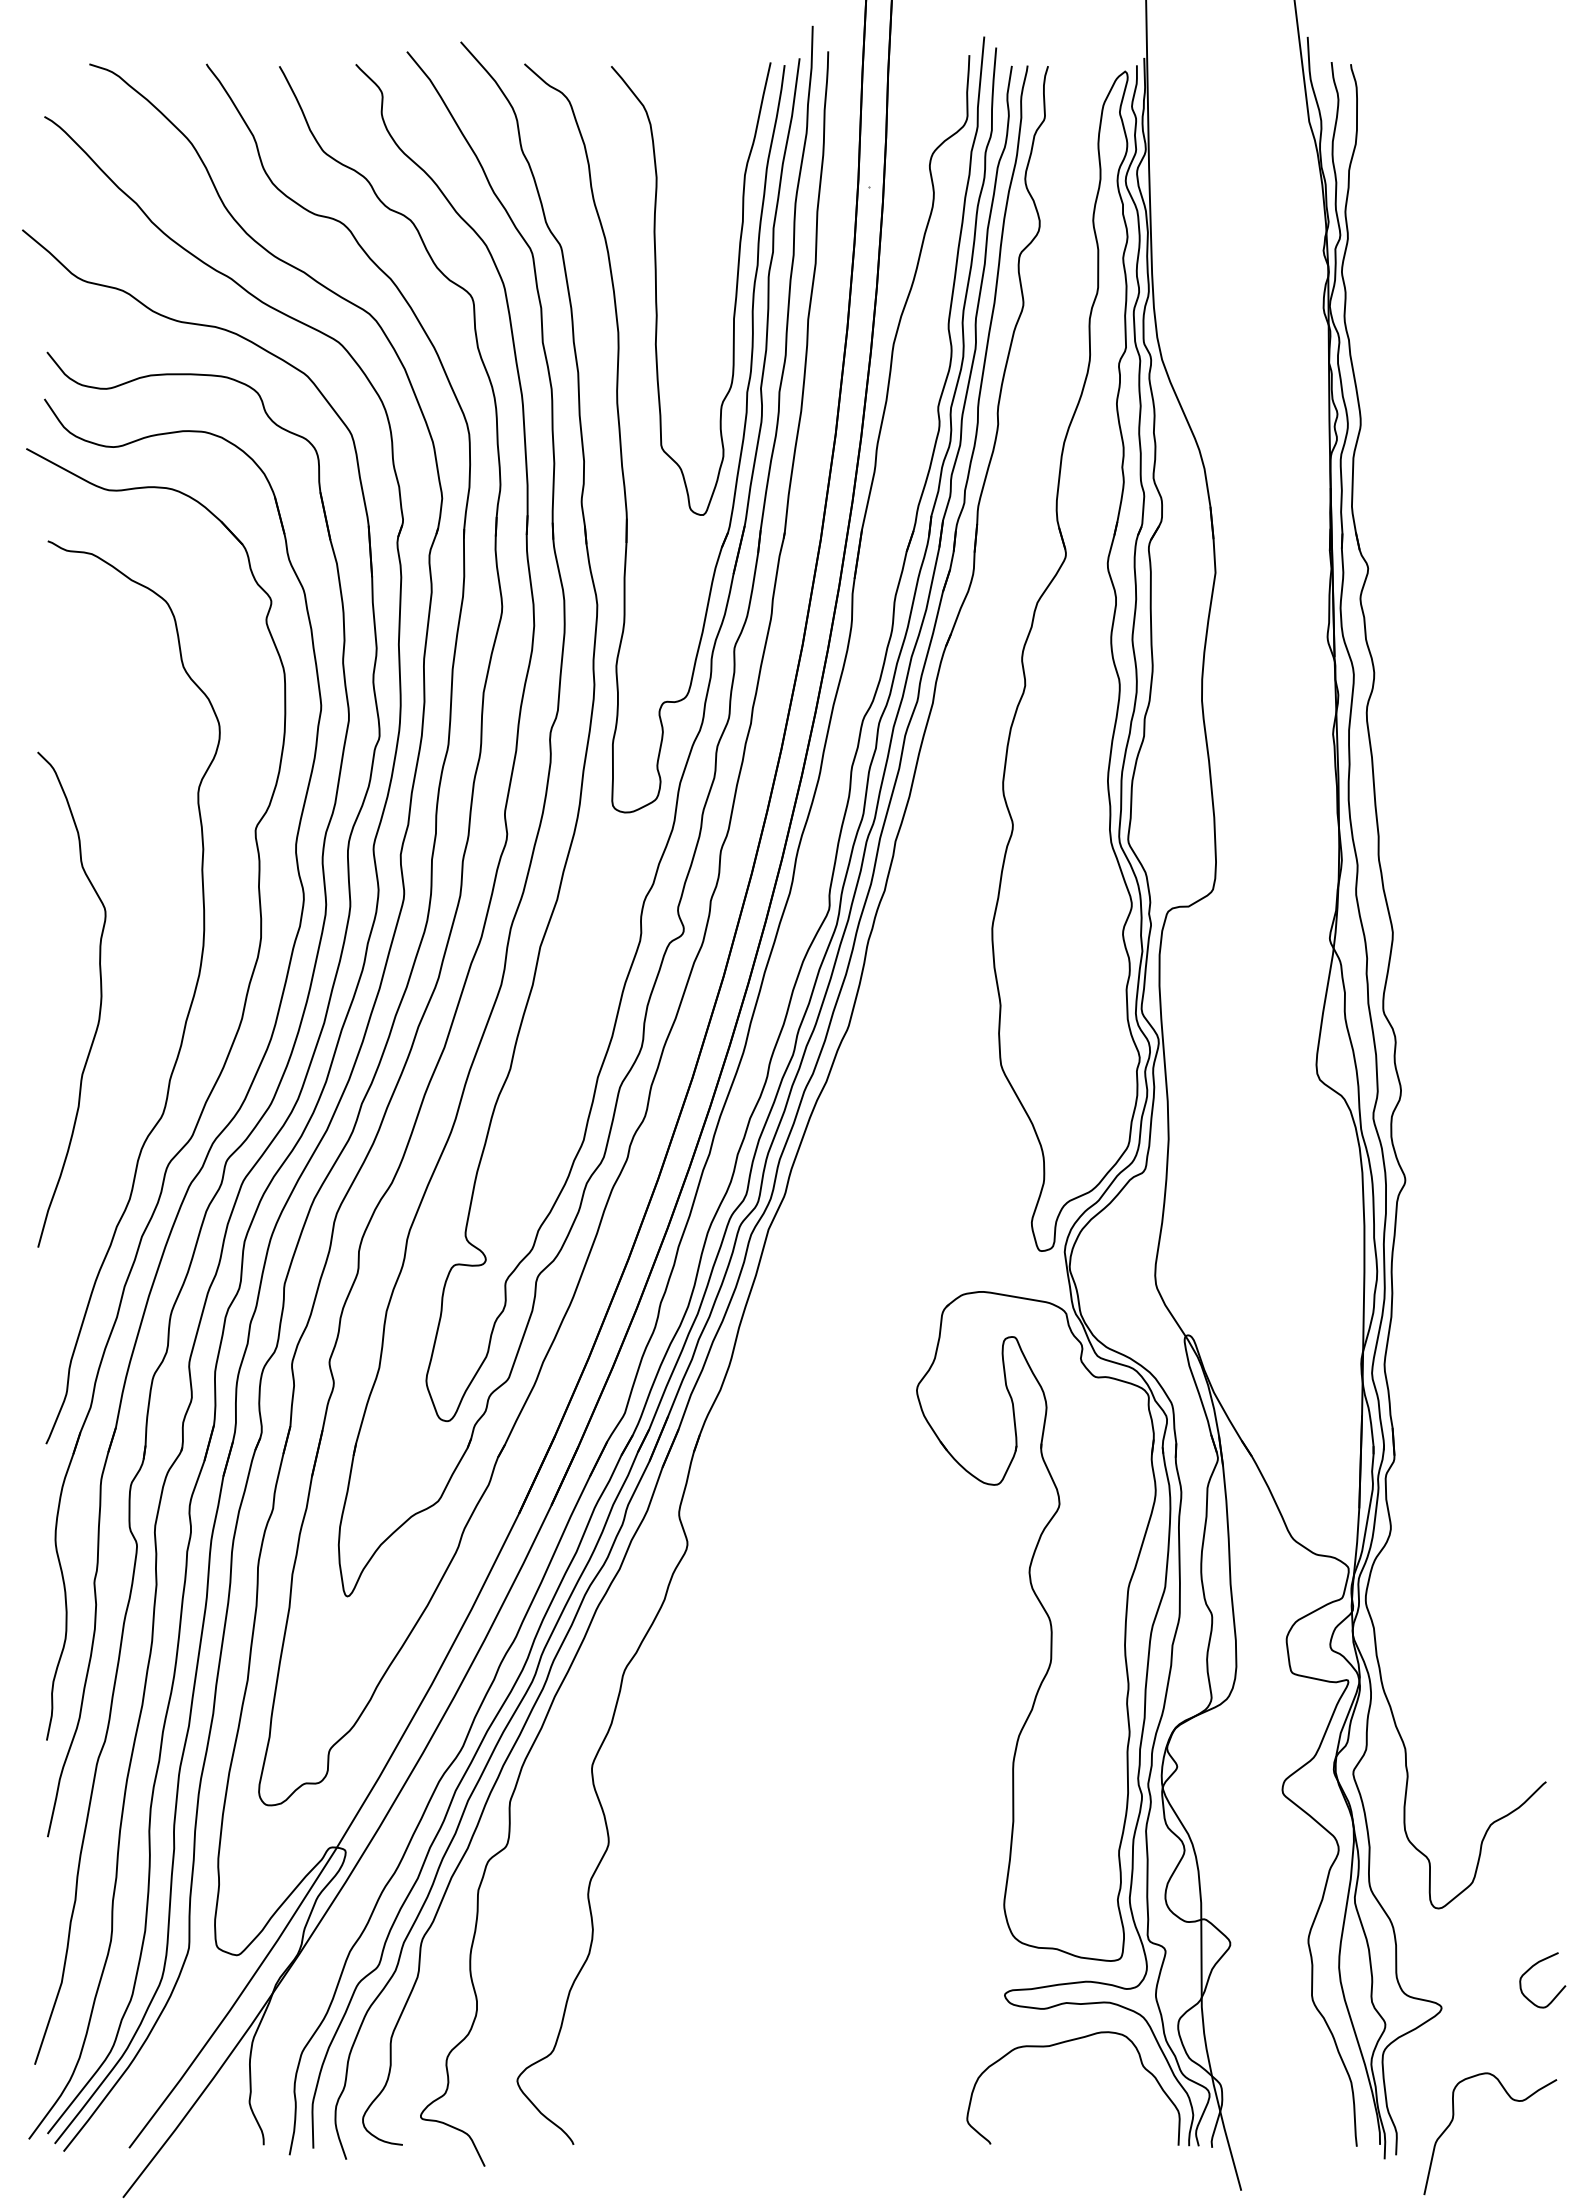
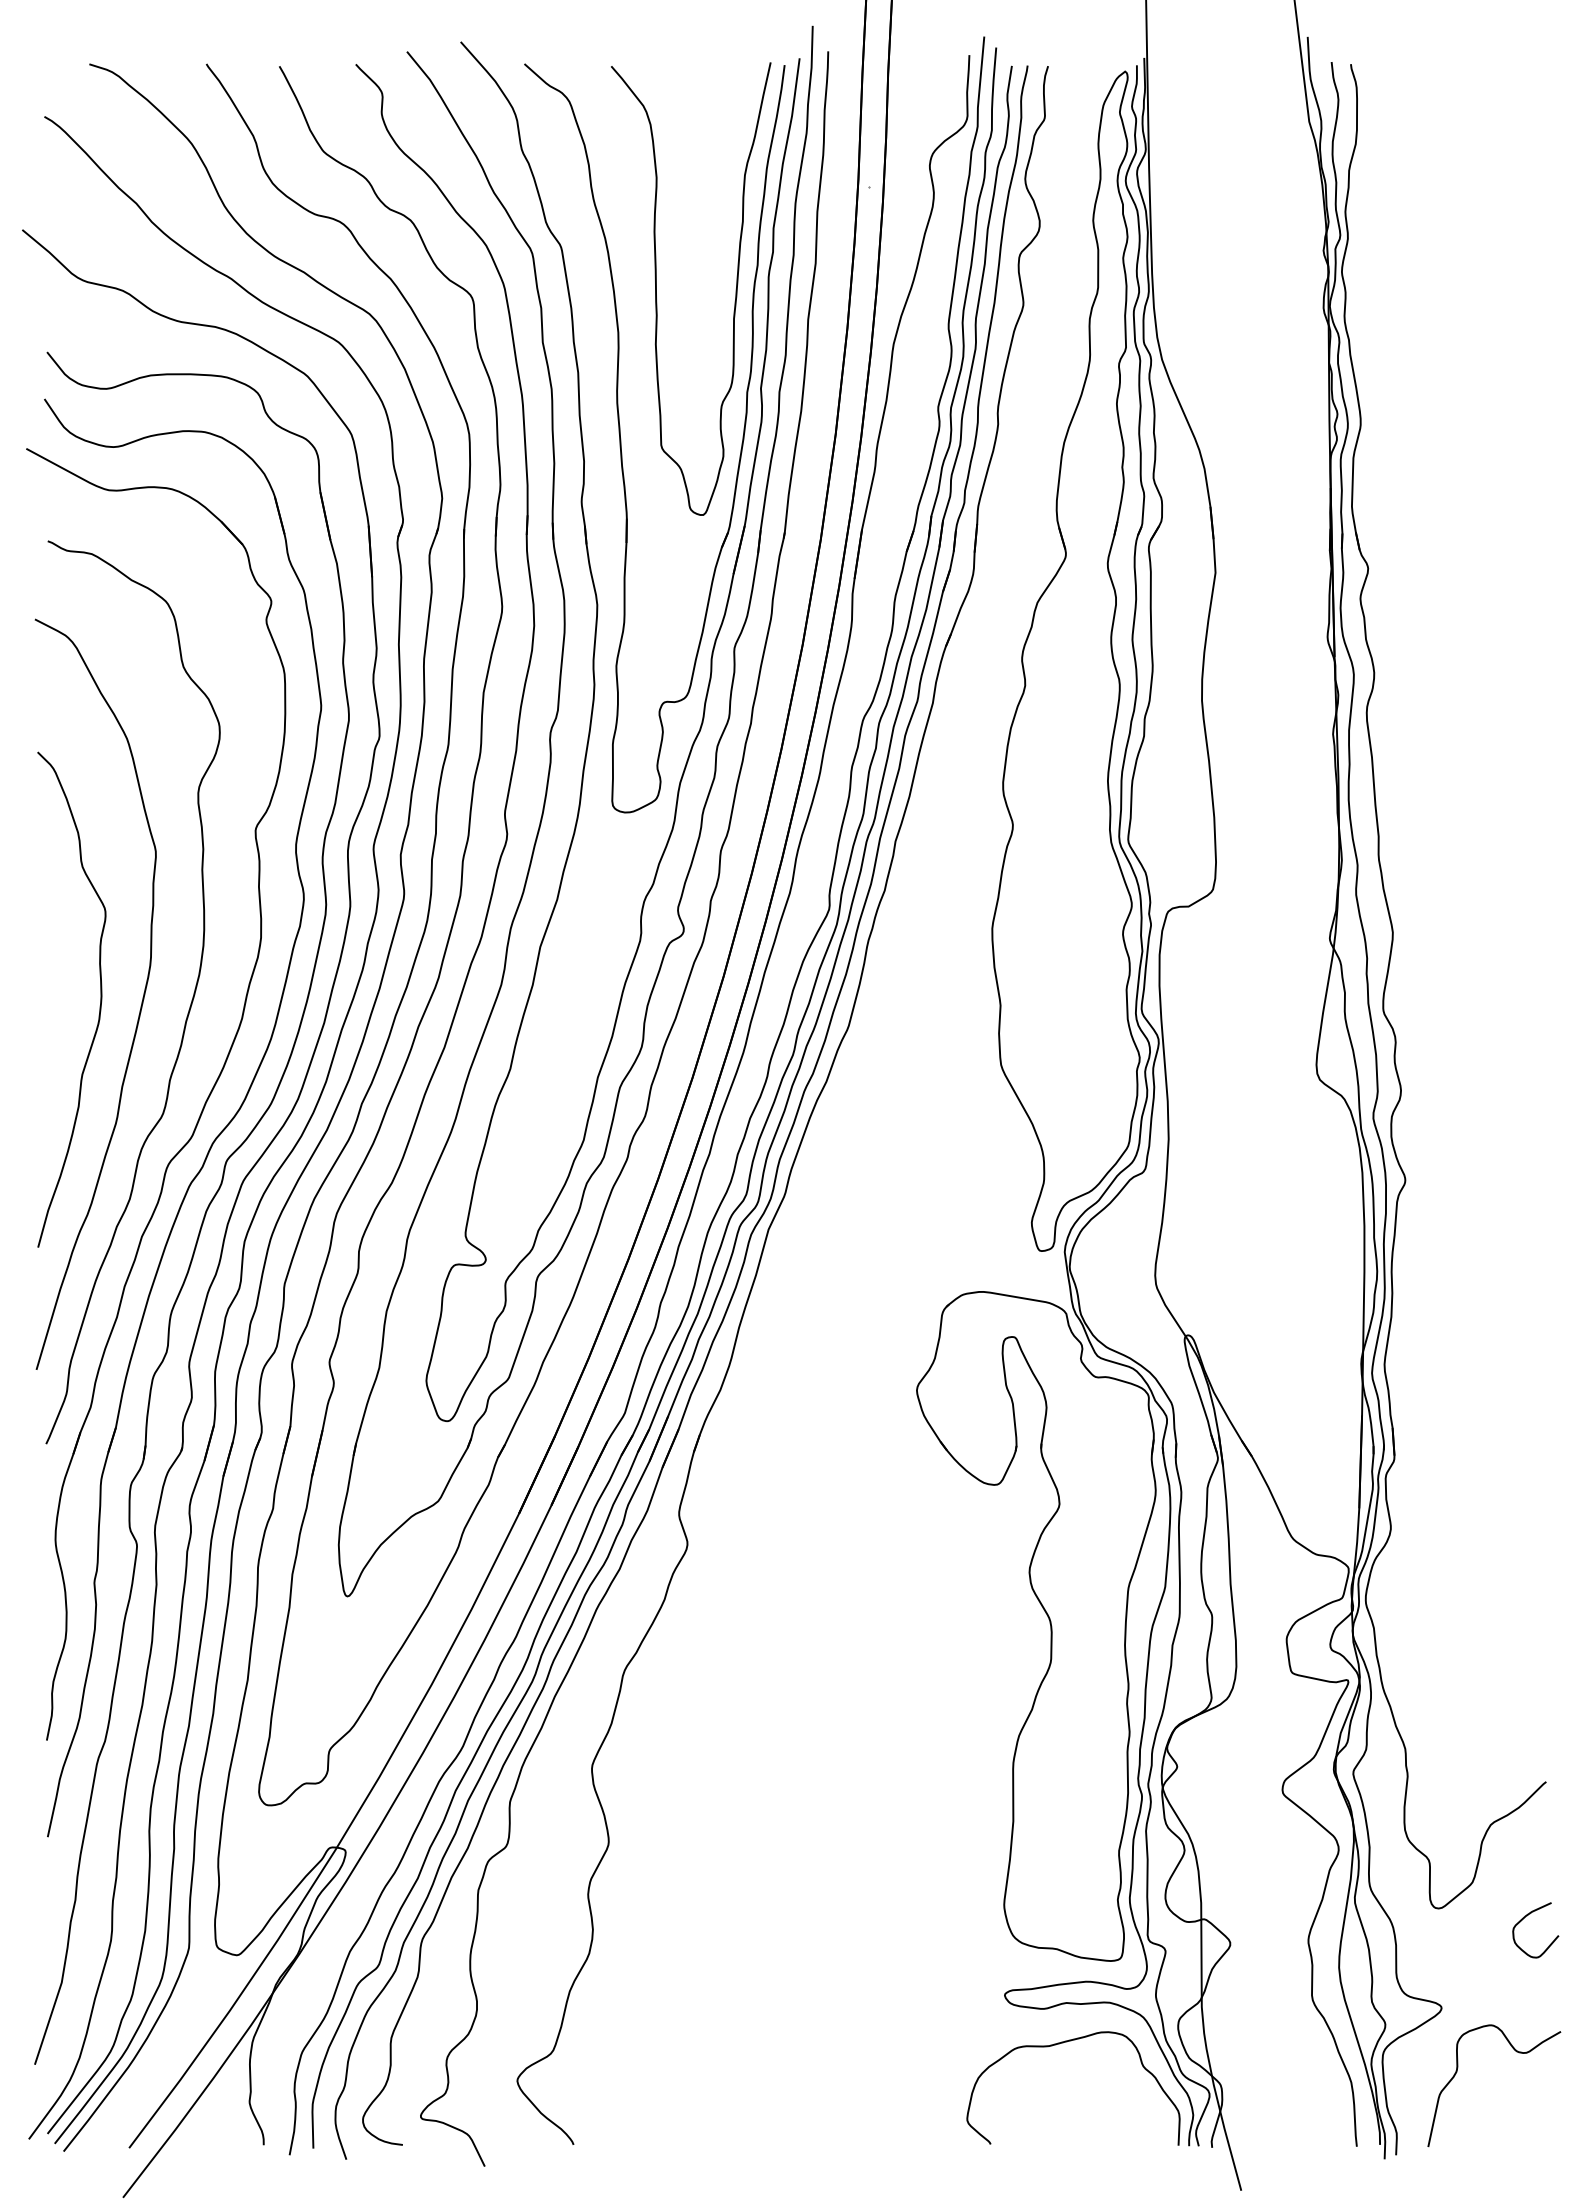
curve at (141, 1001): none -> present
curve at (1534, 1966) position: (1534, 1966) -> (1527, 1916)
curve at (1453, 2120) position: (1453, 2120) -> (1457, 2072)
